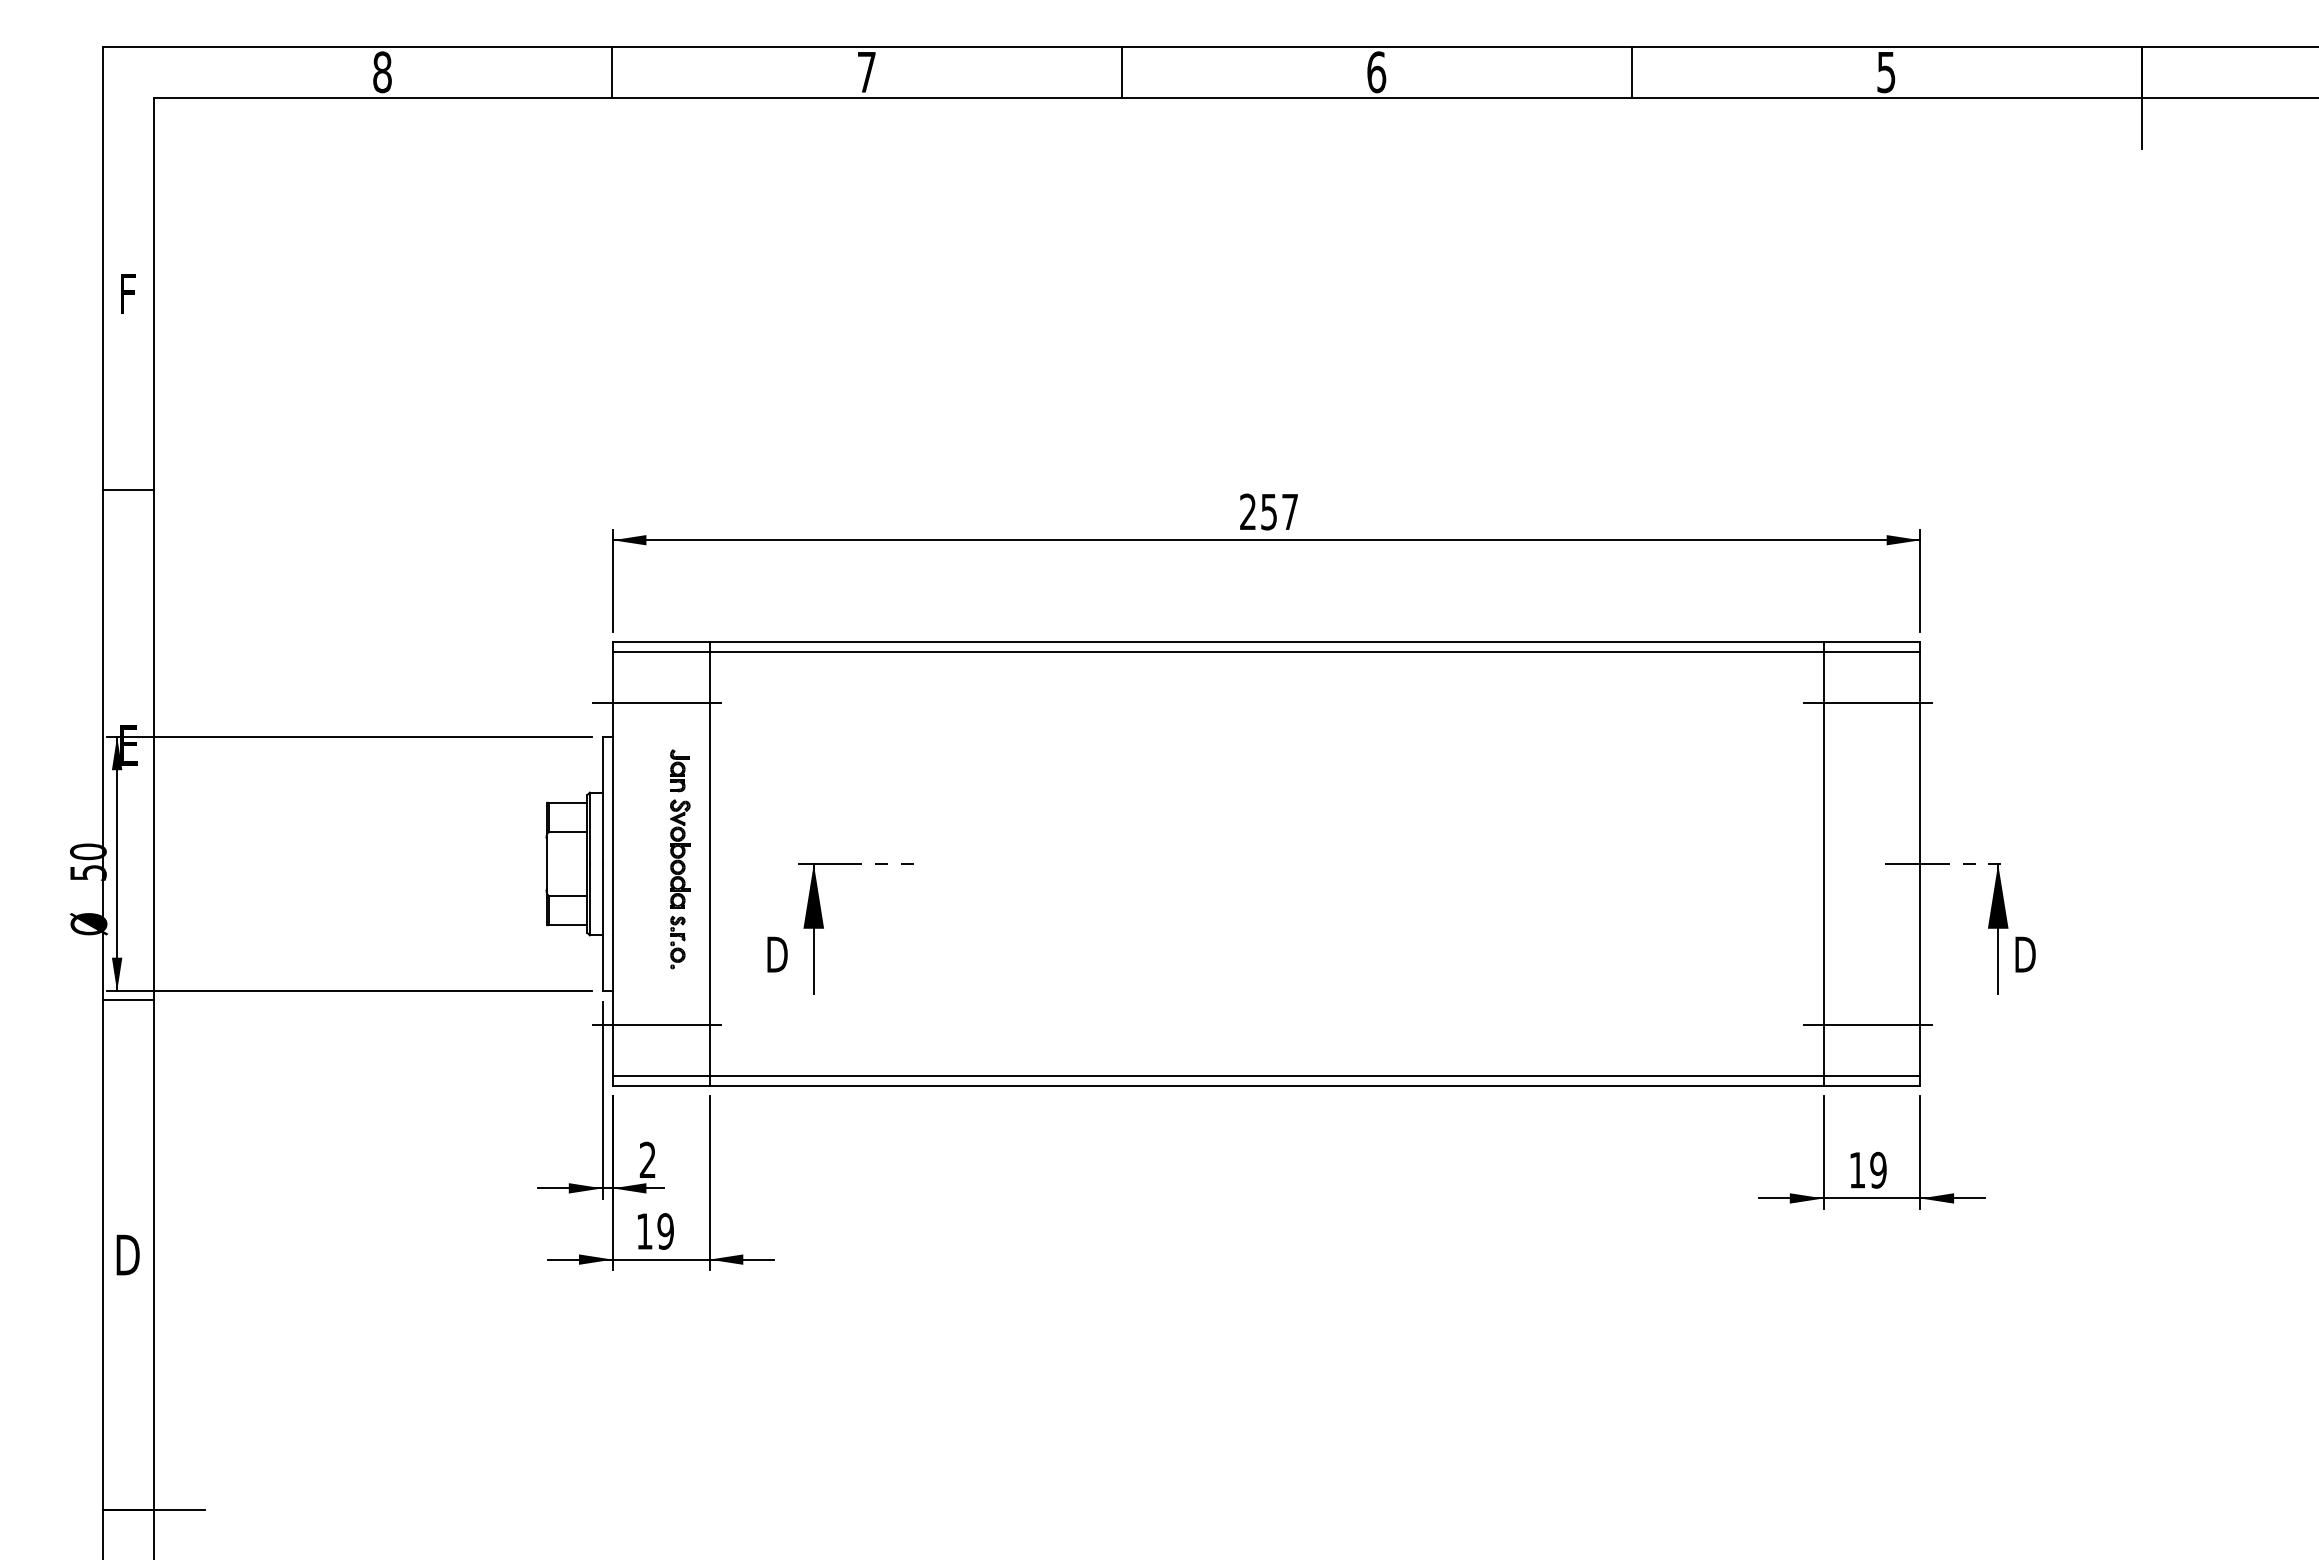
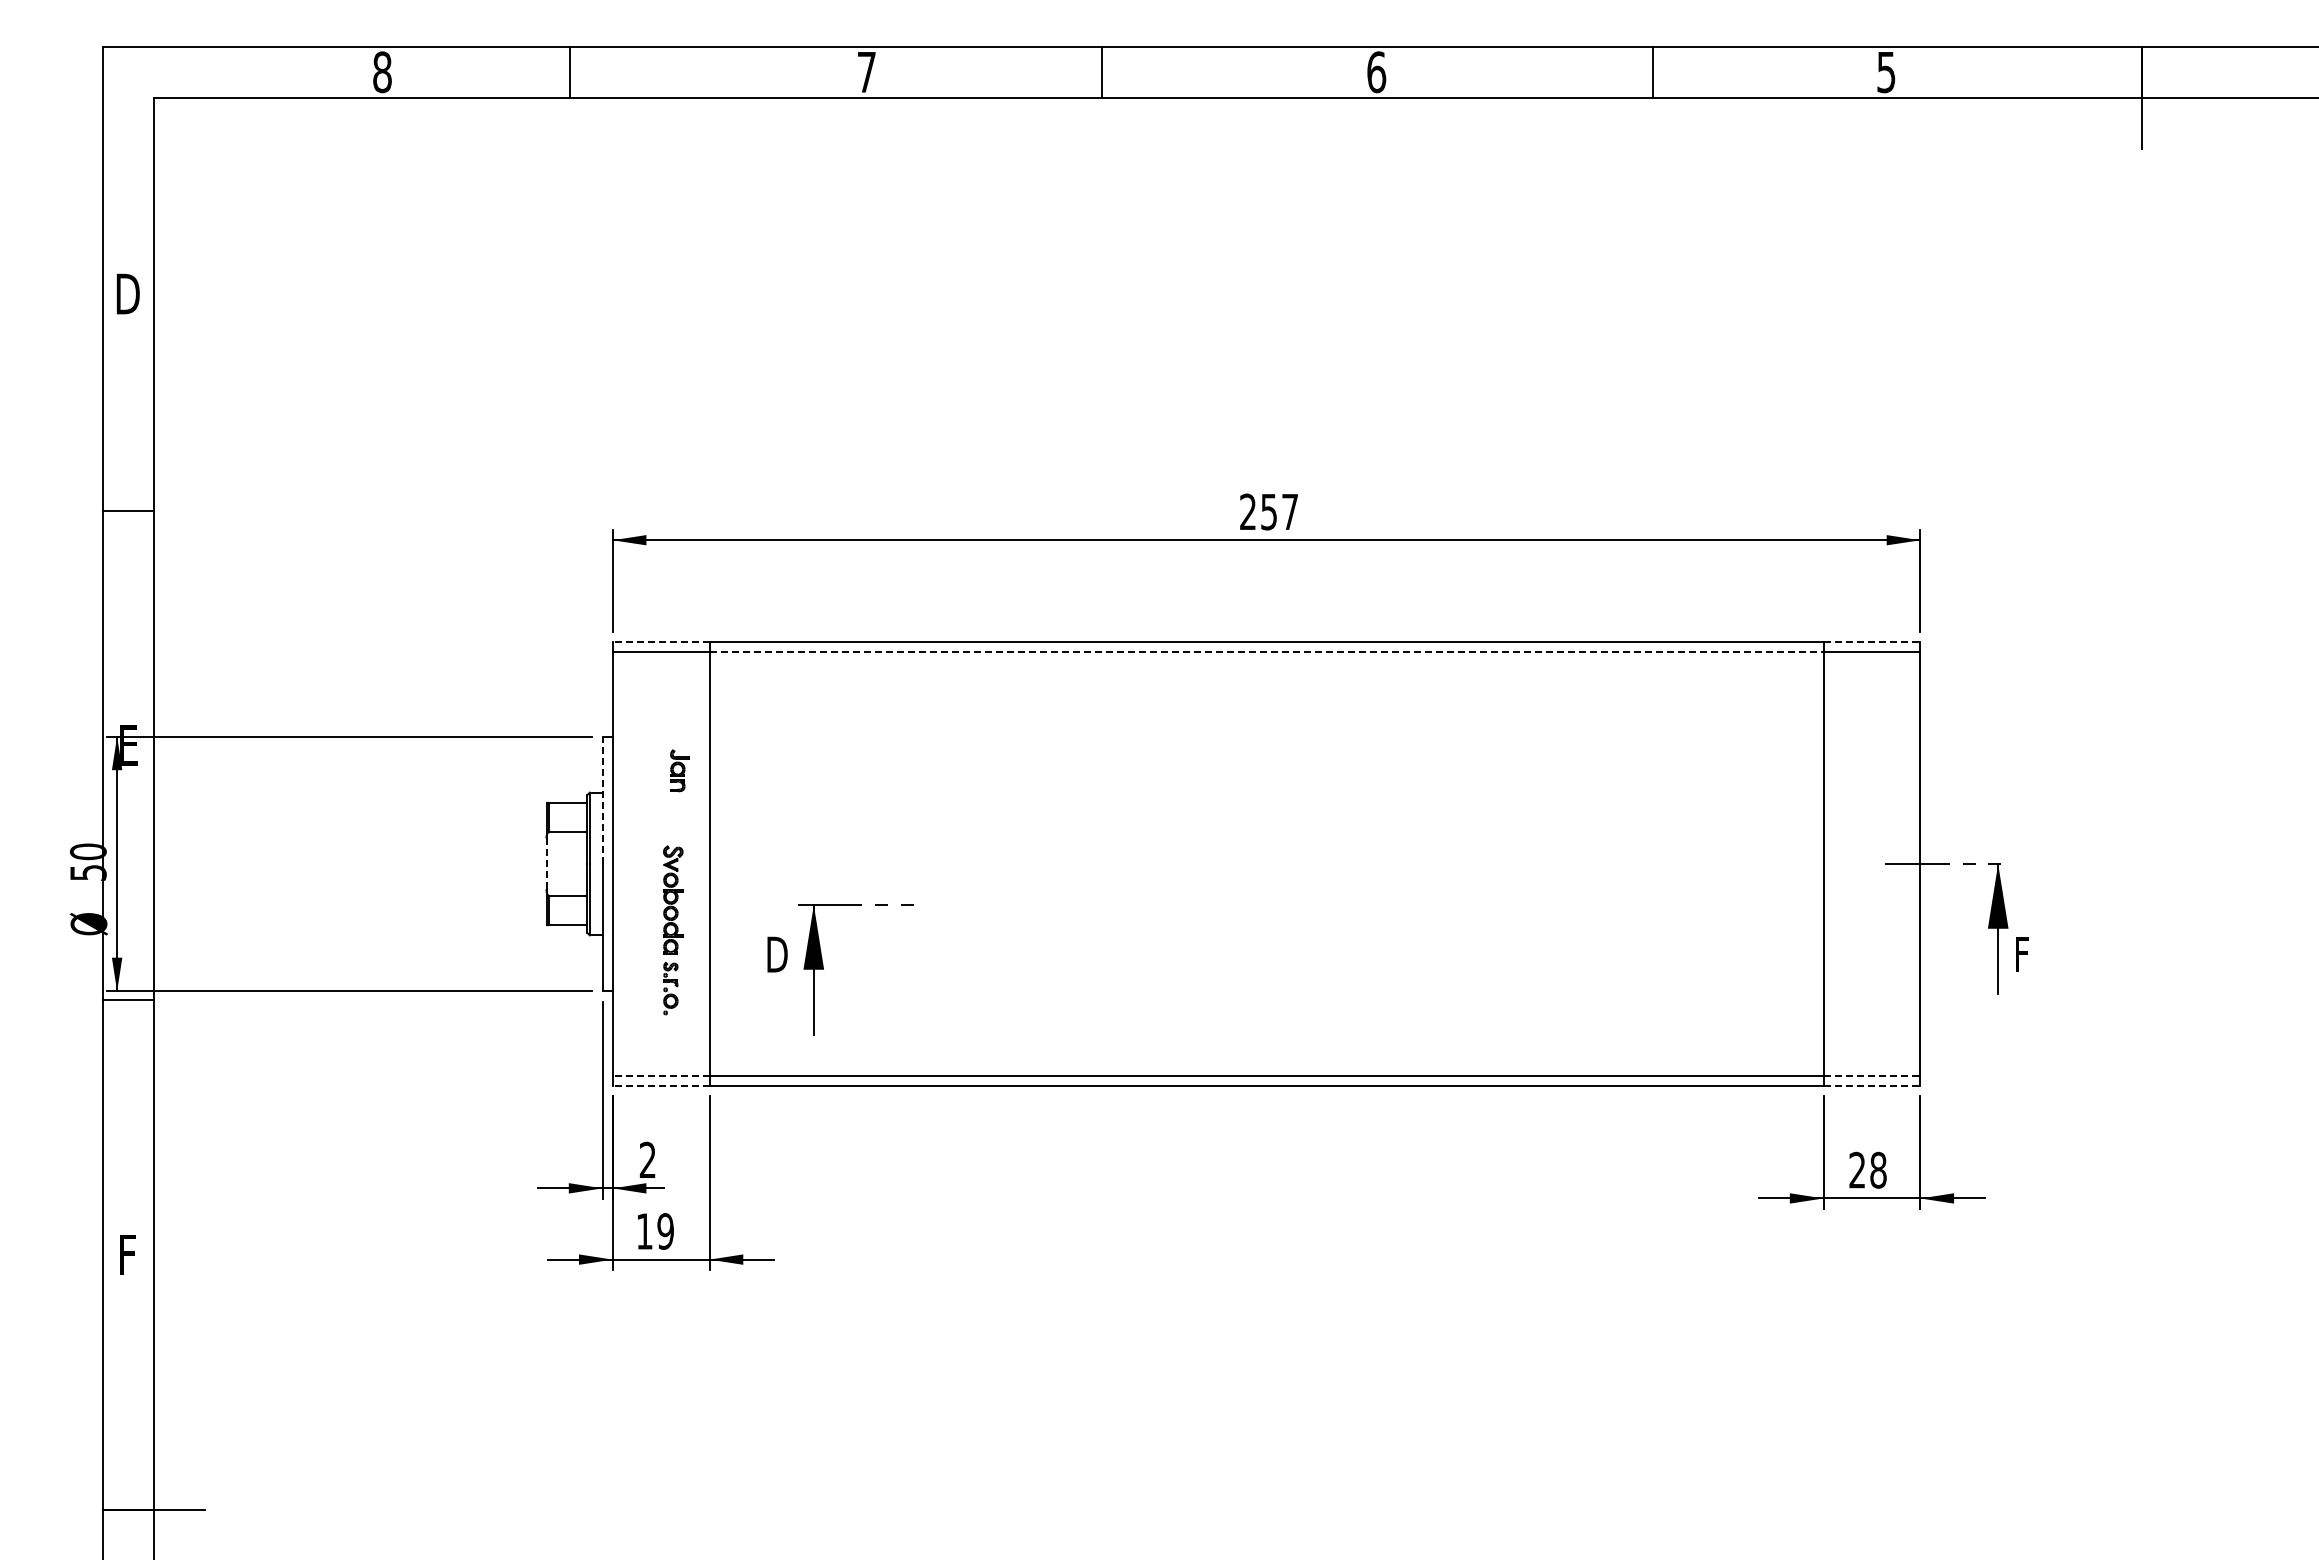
line at (612, 71) position: (612, 71) -> (570, 71)
line at (1122, 71) position: (1122, 71) -> (1102, 71)
line at (1632, 71) position: (1632, 71) -> (1653, 71)
text at (127, 293): F -> D
line at (127, 490) position: (127, 490) -> (127, 511)
line at (660, 642): solid -> dashed
line at (1872, 642): solid -> dashed
line at (1266, 652): solid -> dashed
line at (661, 703): present -> none
line at (1871, 703): present -> none
line at (602, 800): solid -> dashed
line at (546, 863): solid -> dashed
part at (680, 884) position: (680, 884) -> (673, 930)
part at (823, 928) position: (823, 928) -> (823, 969)
text at (2025, 954): D -> F
line at (661, 1024): present -> none
line at (1871, 1024): present -> none
line at (660, 1075): solid -> dashed
line at (1872, 1075): solid -> dashed
line at (660, 1085): solid -> dashed
line at (1872, 1085): solid -> dashed
text at (1867, 1169): 19 -> 28
text at (127, 1254): D -> F
